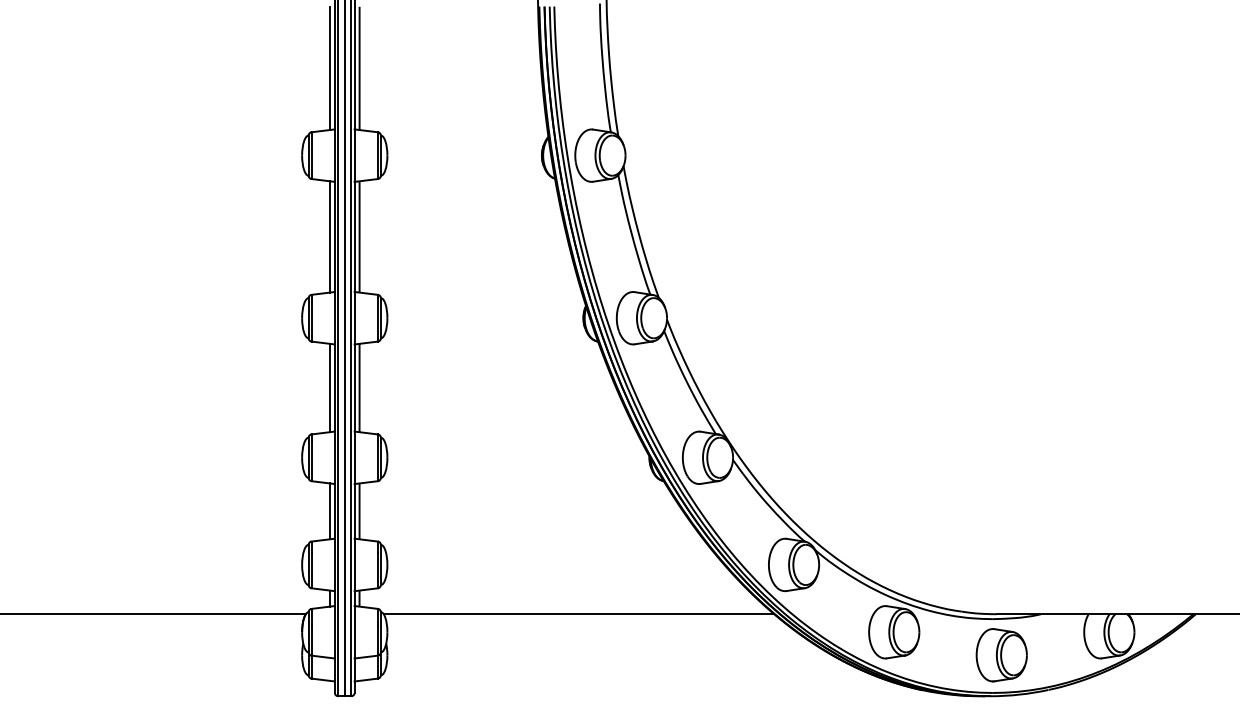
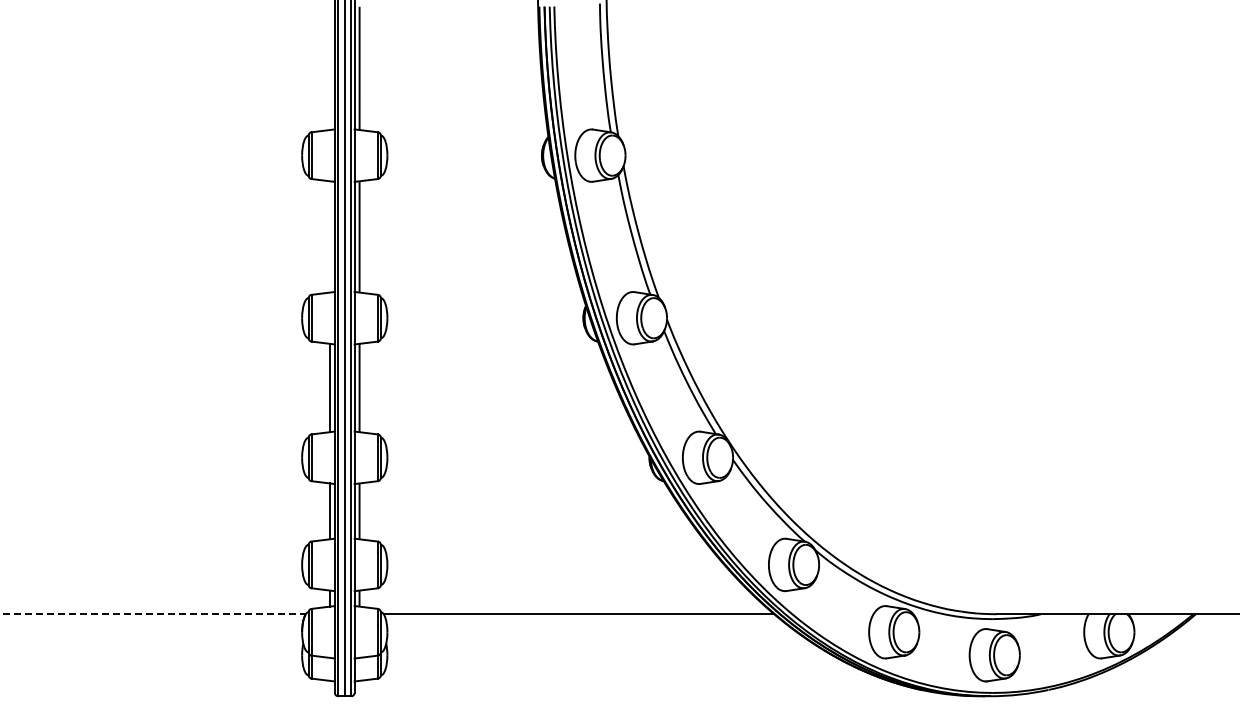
line at (330, 68): present -> none
line at (330, 236): present -> none
line at (153, 614): solid -> dashed
part at (1001, 655) position: (1001, 655) -> (994, 655)
